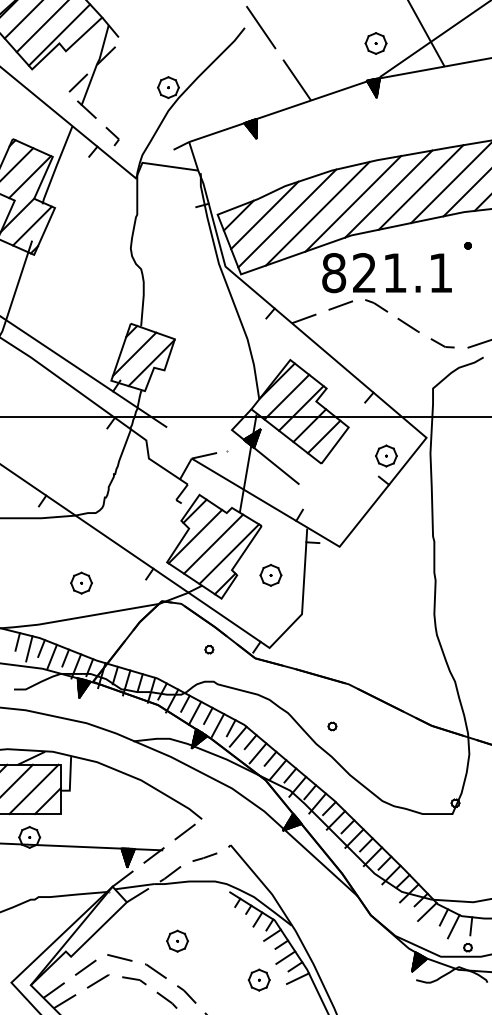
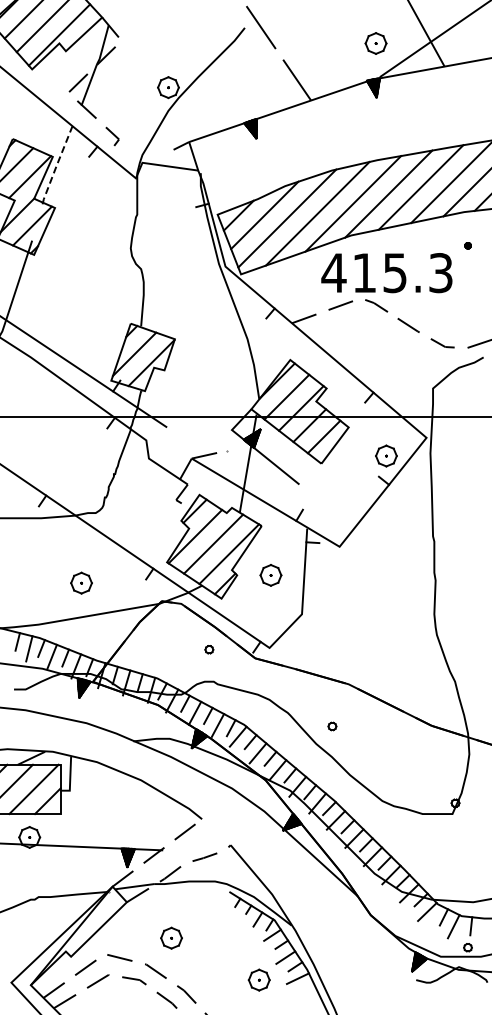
line at (56, 165): solid -> dashed
text at (386, 273): 821.1 -> 415.3
part at (177, 940) position: (177, 940) -> (171, 937)
